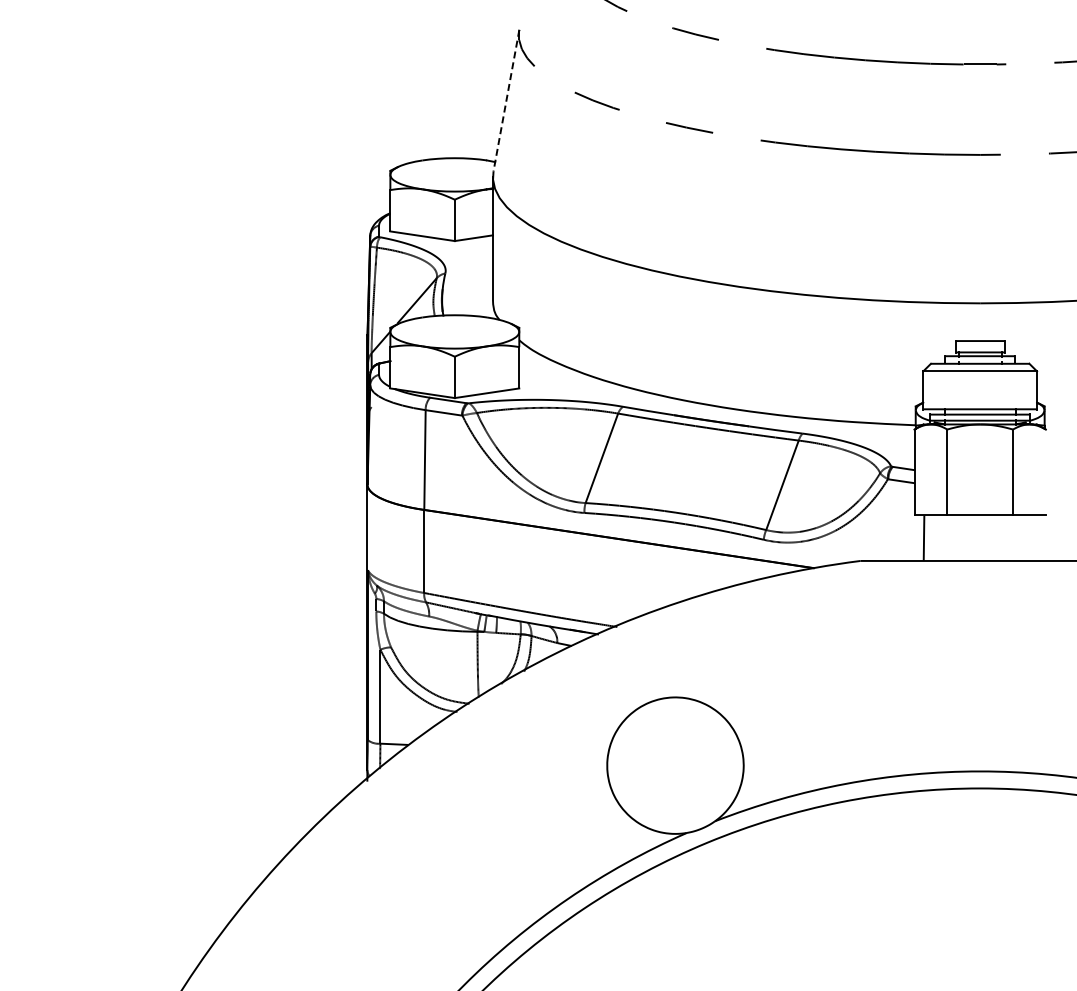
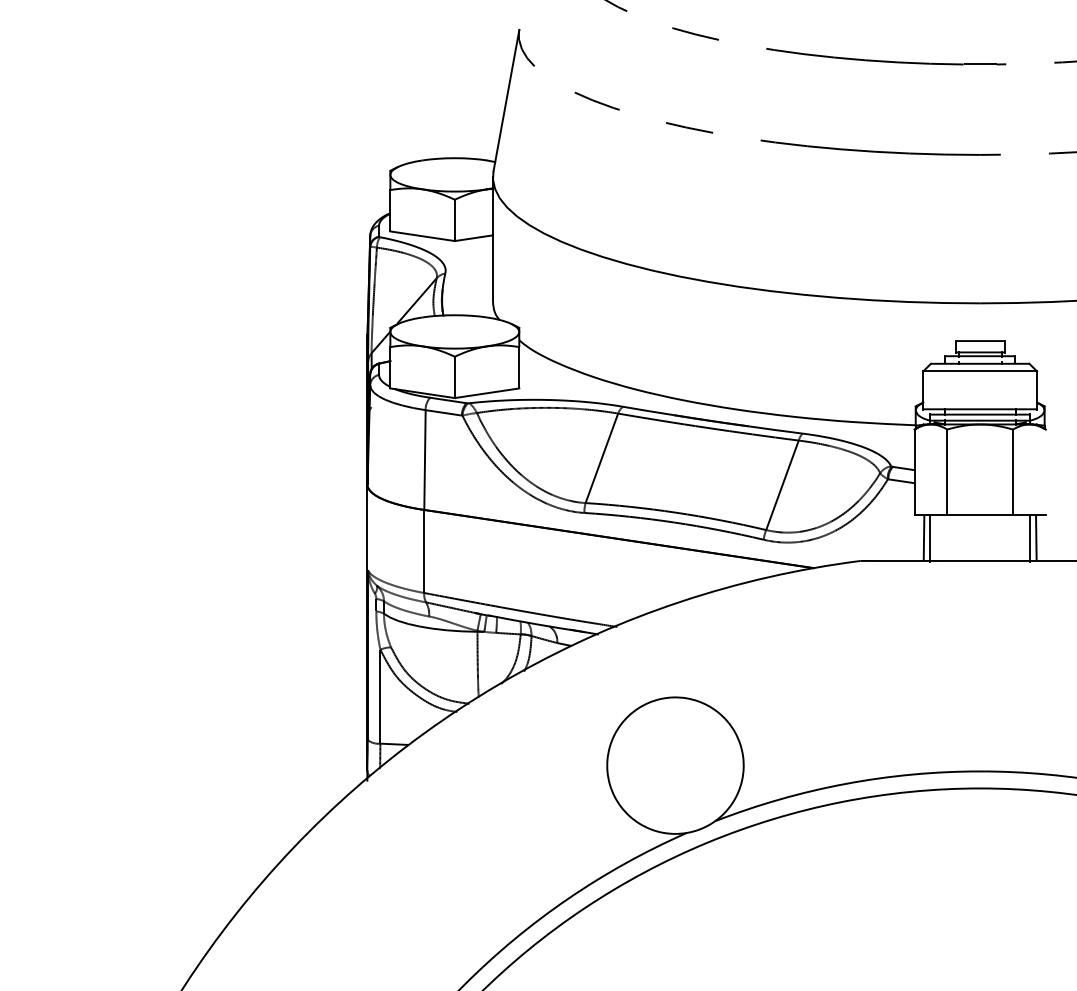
line at (506, 100): dashed -> solid
line at (1036, 537): none -> present
line at (930, 538): none -> present
line at (1030, 538): none -> present
